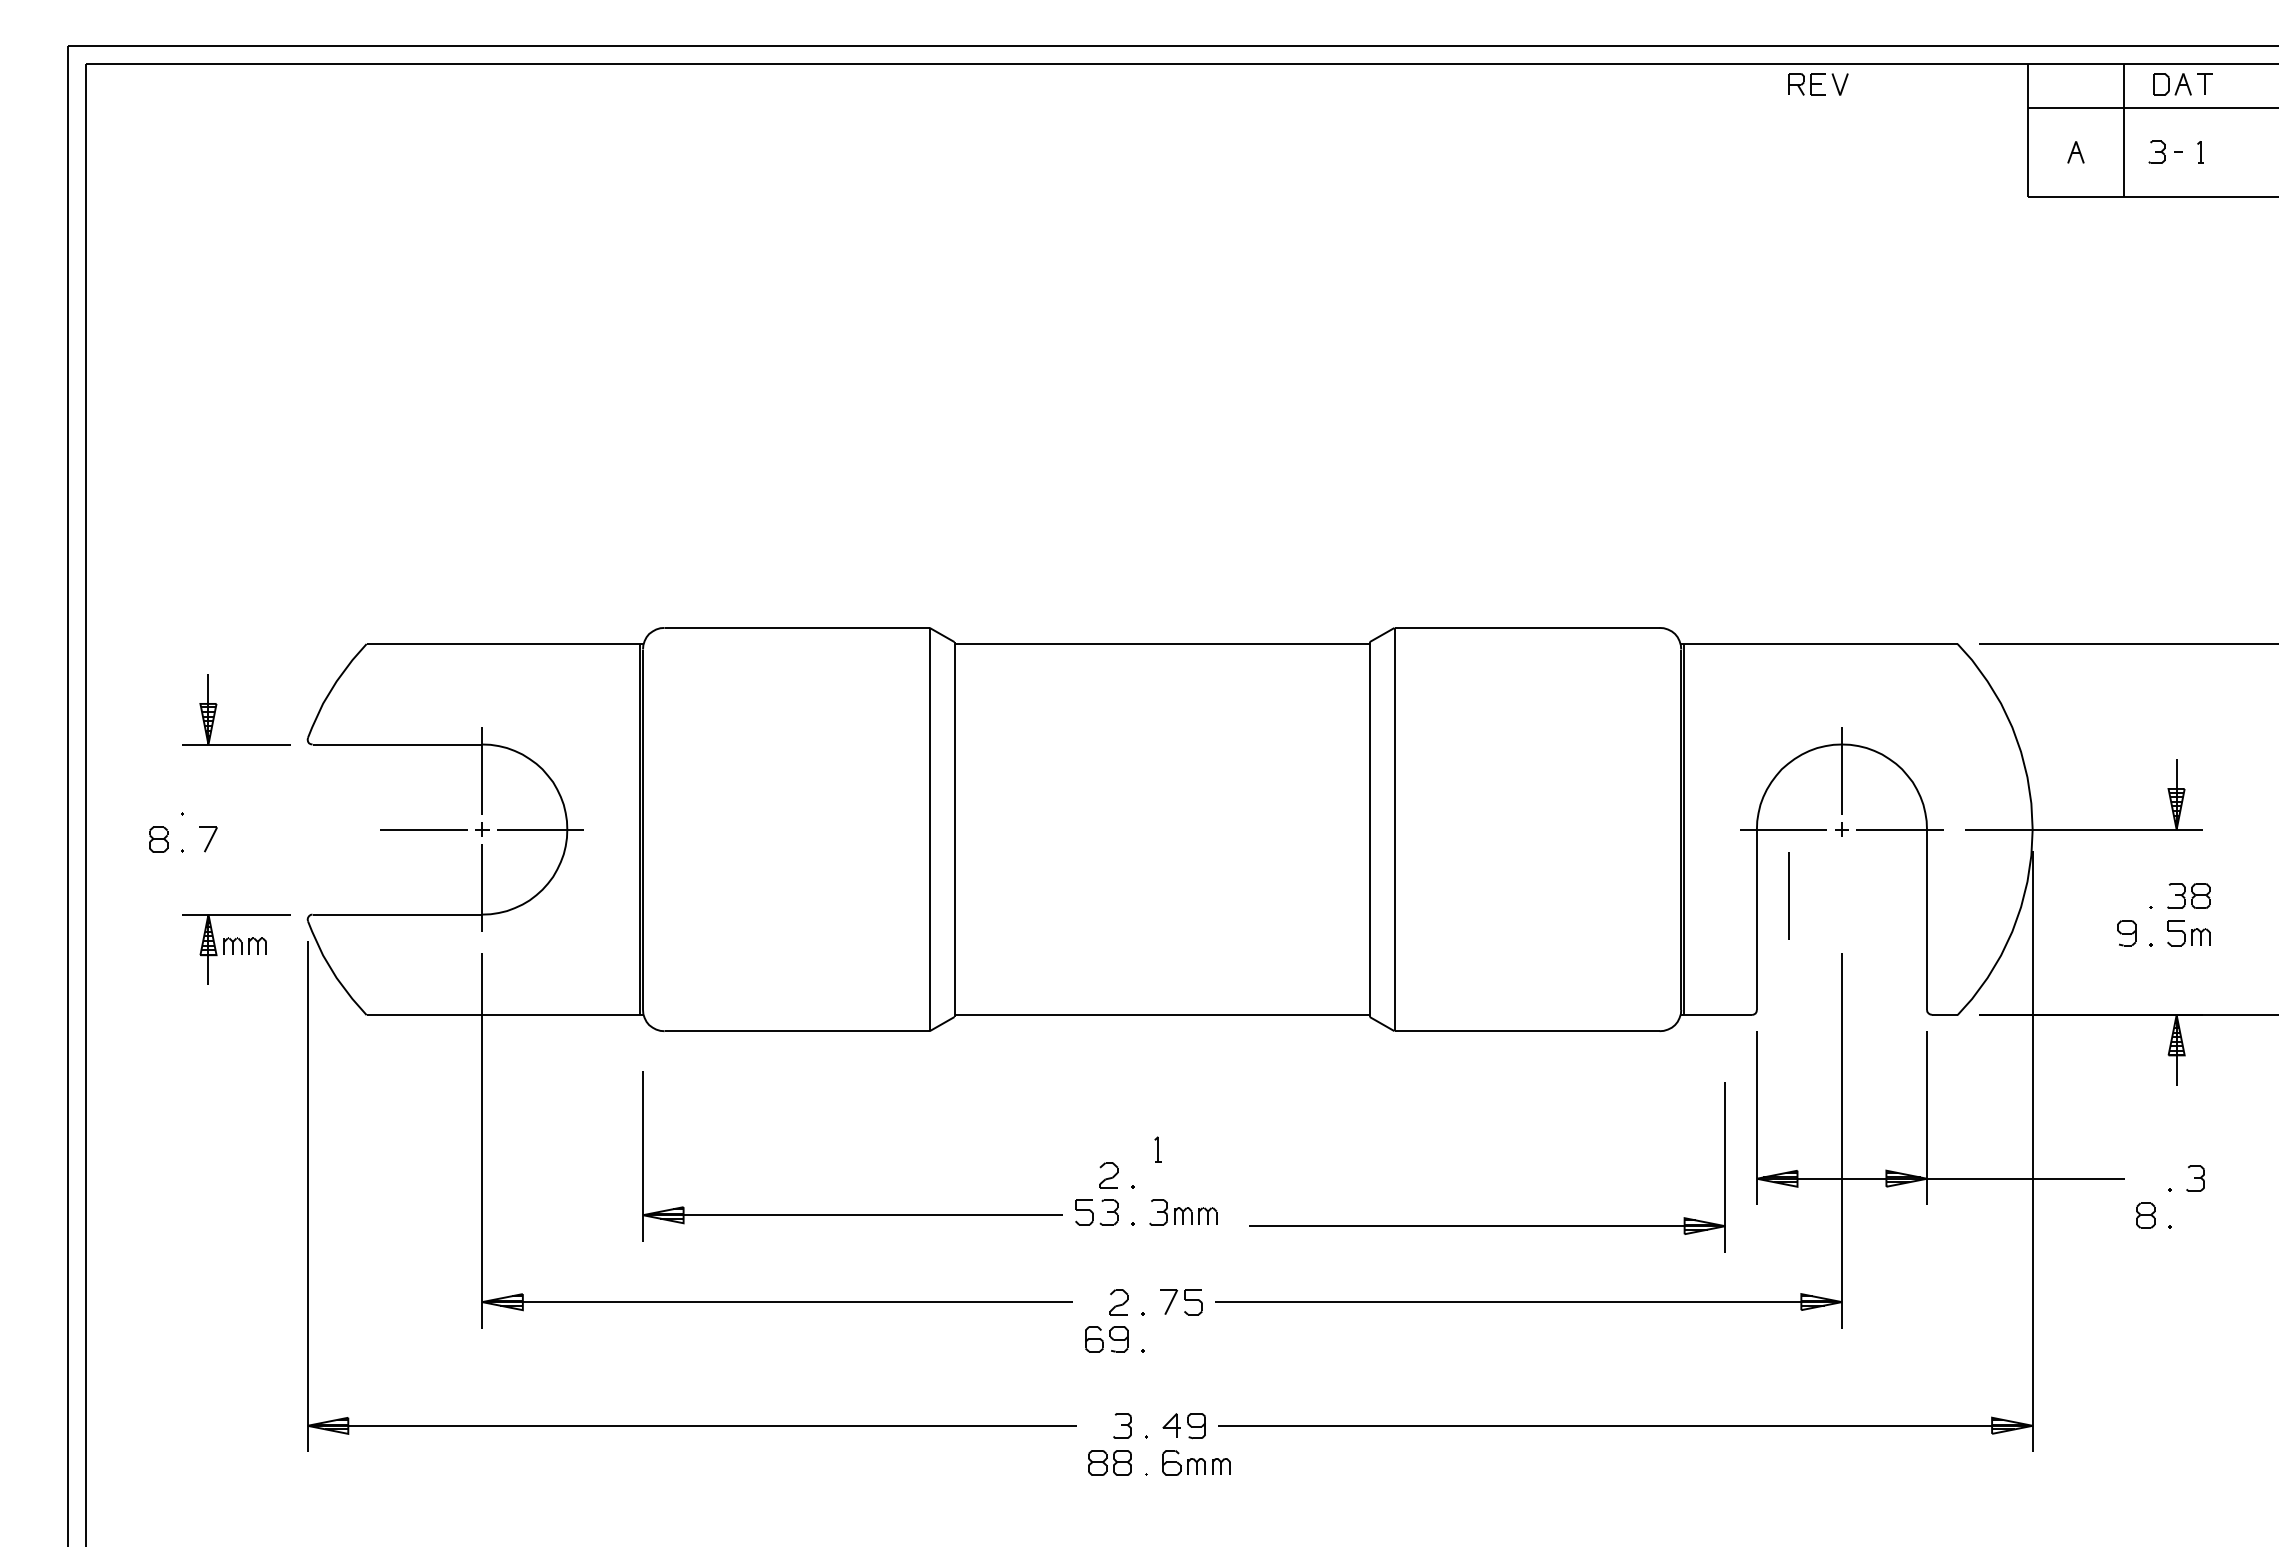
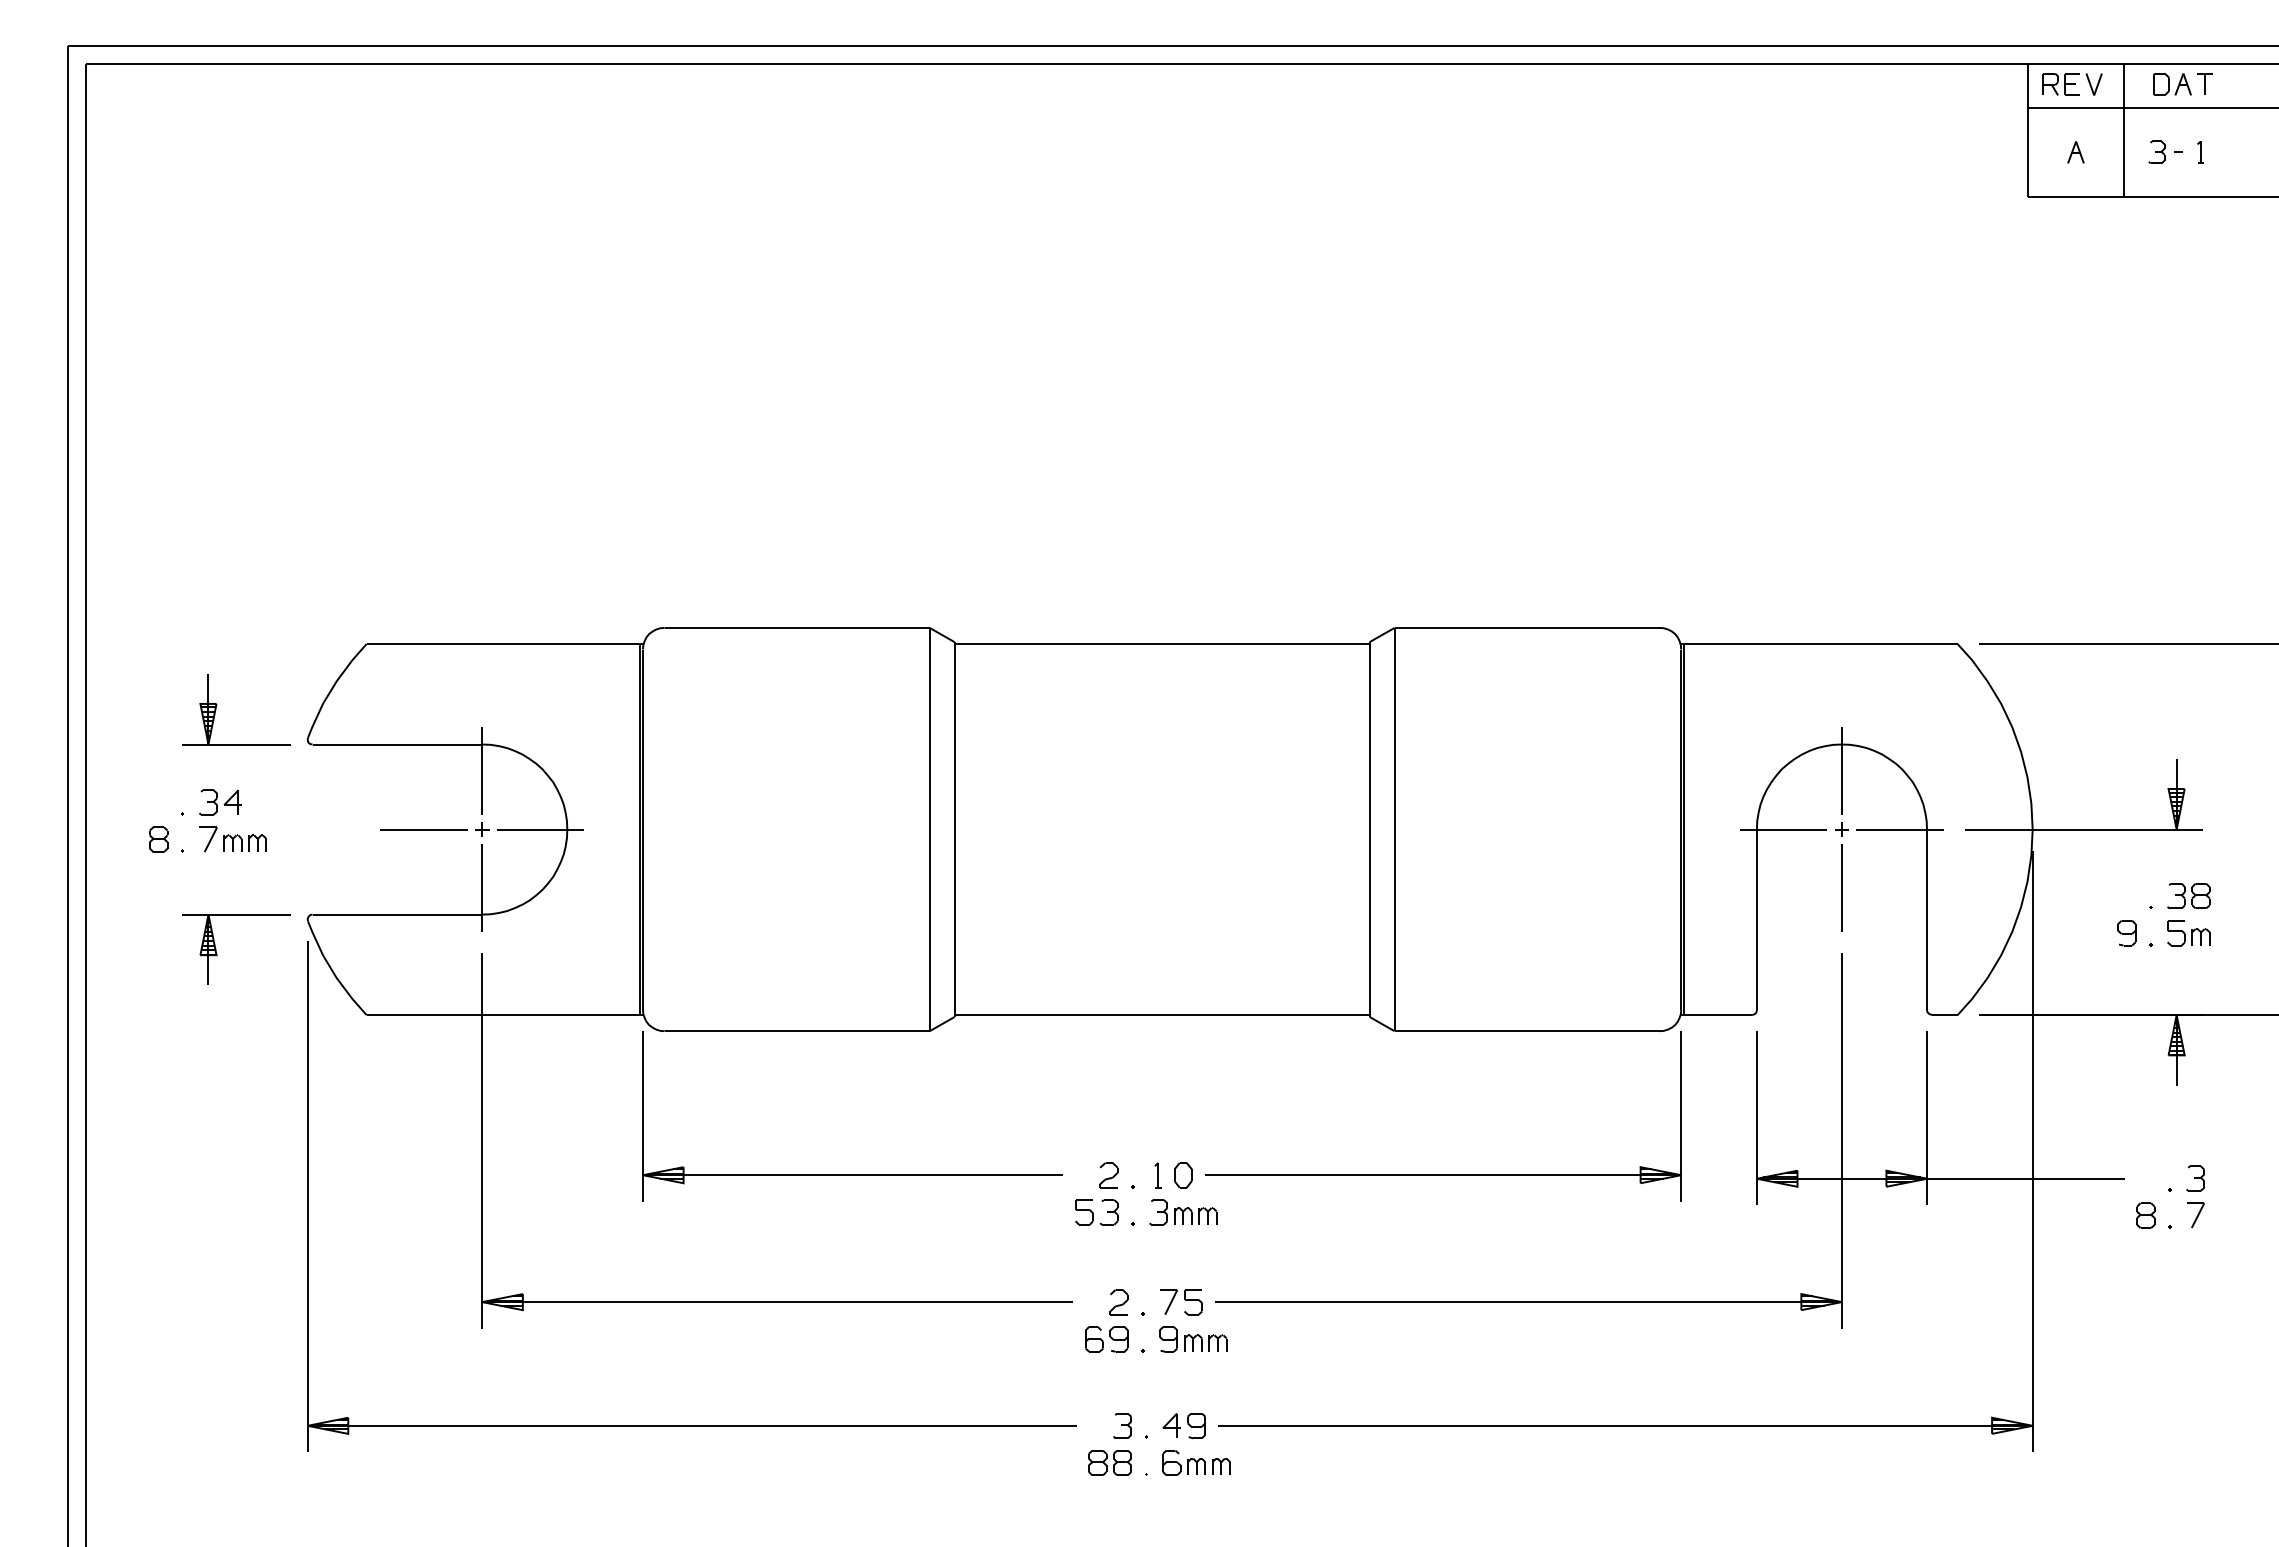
part at (1818, 84) position: (1818, 84) -> (2072, 84)
part at (220, 802): none -> present
line at (1788, 895) position: (1788, 895) -> (1841, 887)
part at (244, 945) position: (244, 945) -> (244, 842)
part at (1157, 1149) position: (1157, 1149) -> (1157, 1175)
part at (1183, 1175): none -> present
part at (852, 1214) position: (852, 1214) -> (852, 1174)
part at (2195, 1215): none -> present
part at (1487, 1225) position: (1487, 1225) -> (1443, 1174)
part at (1193, 1339): none -> present
